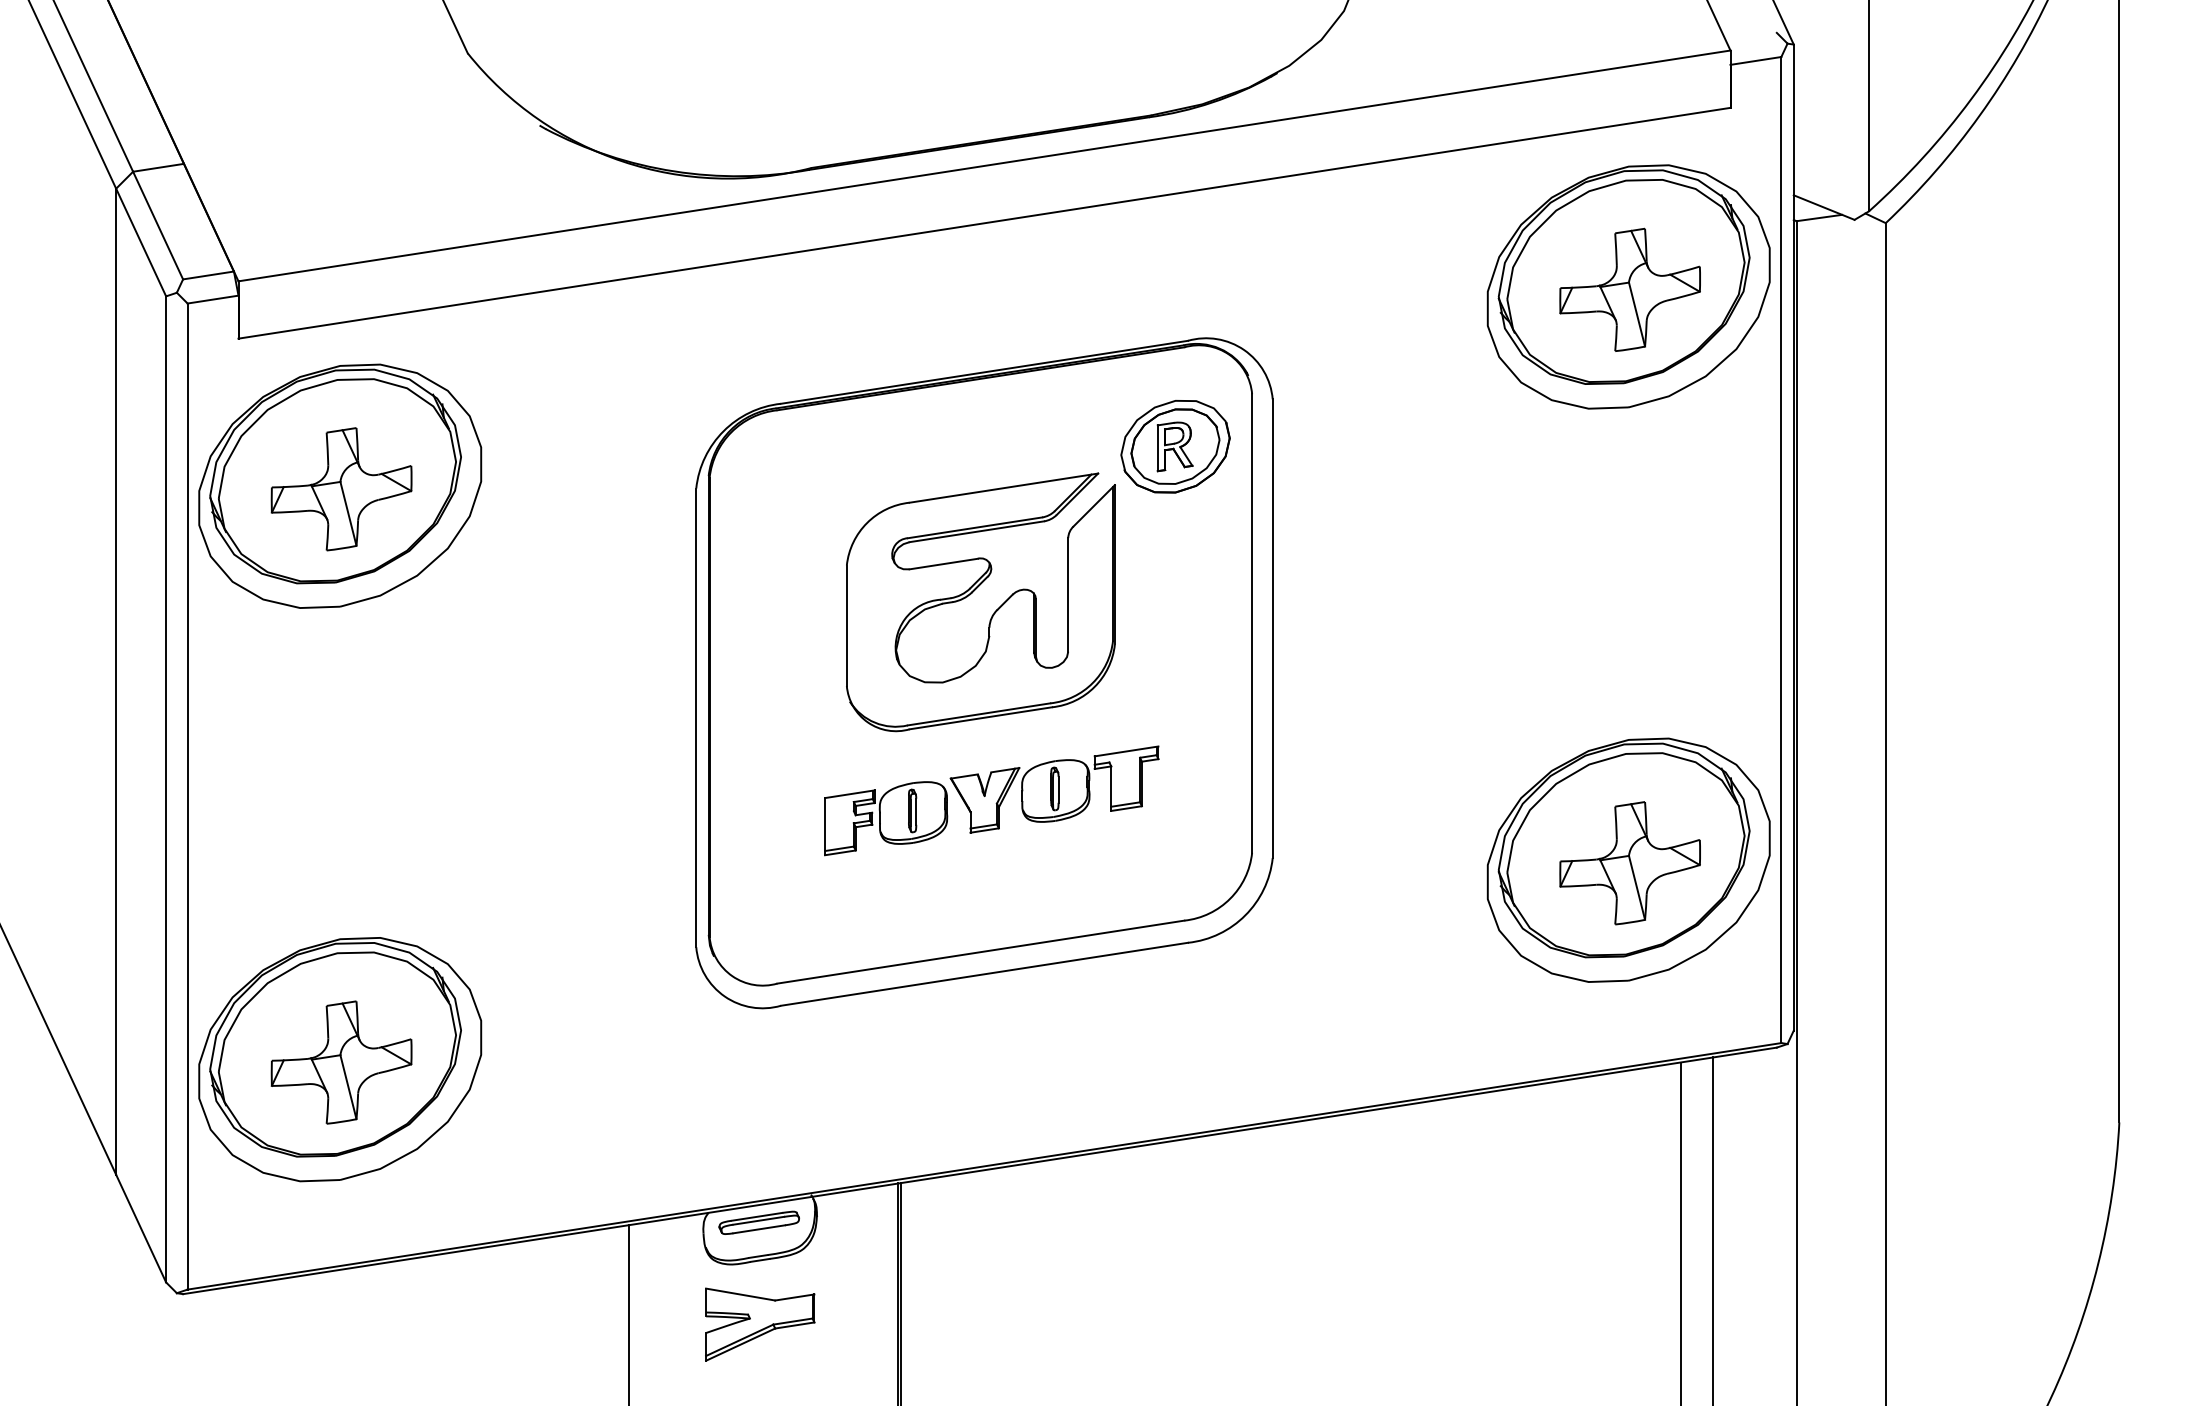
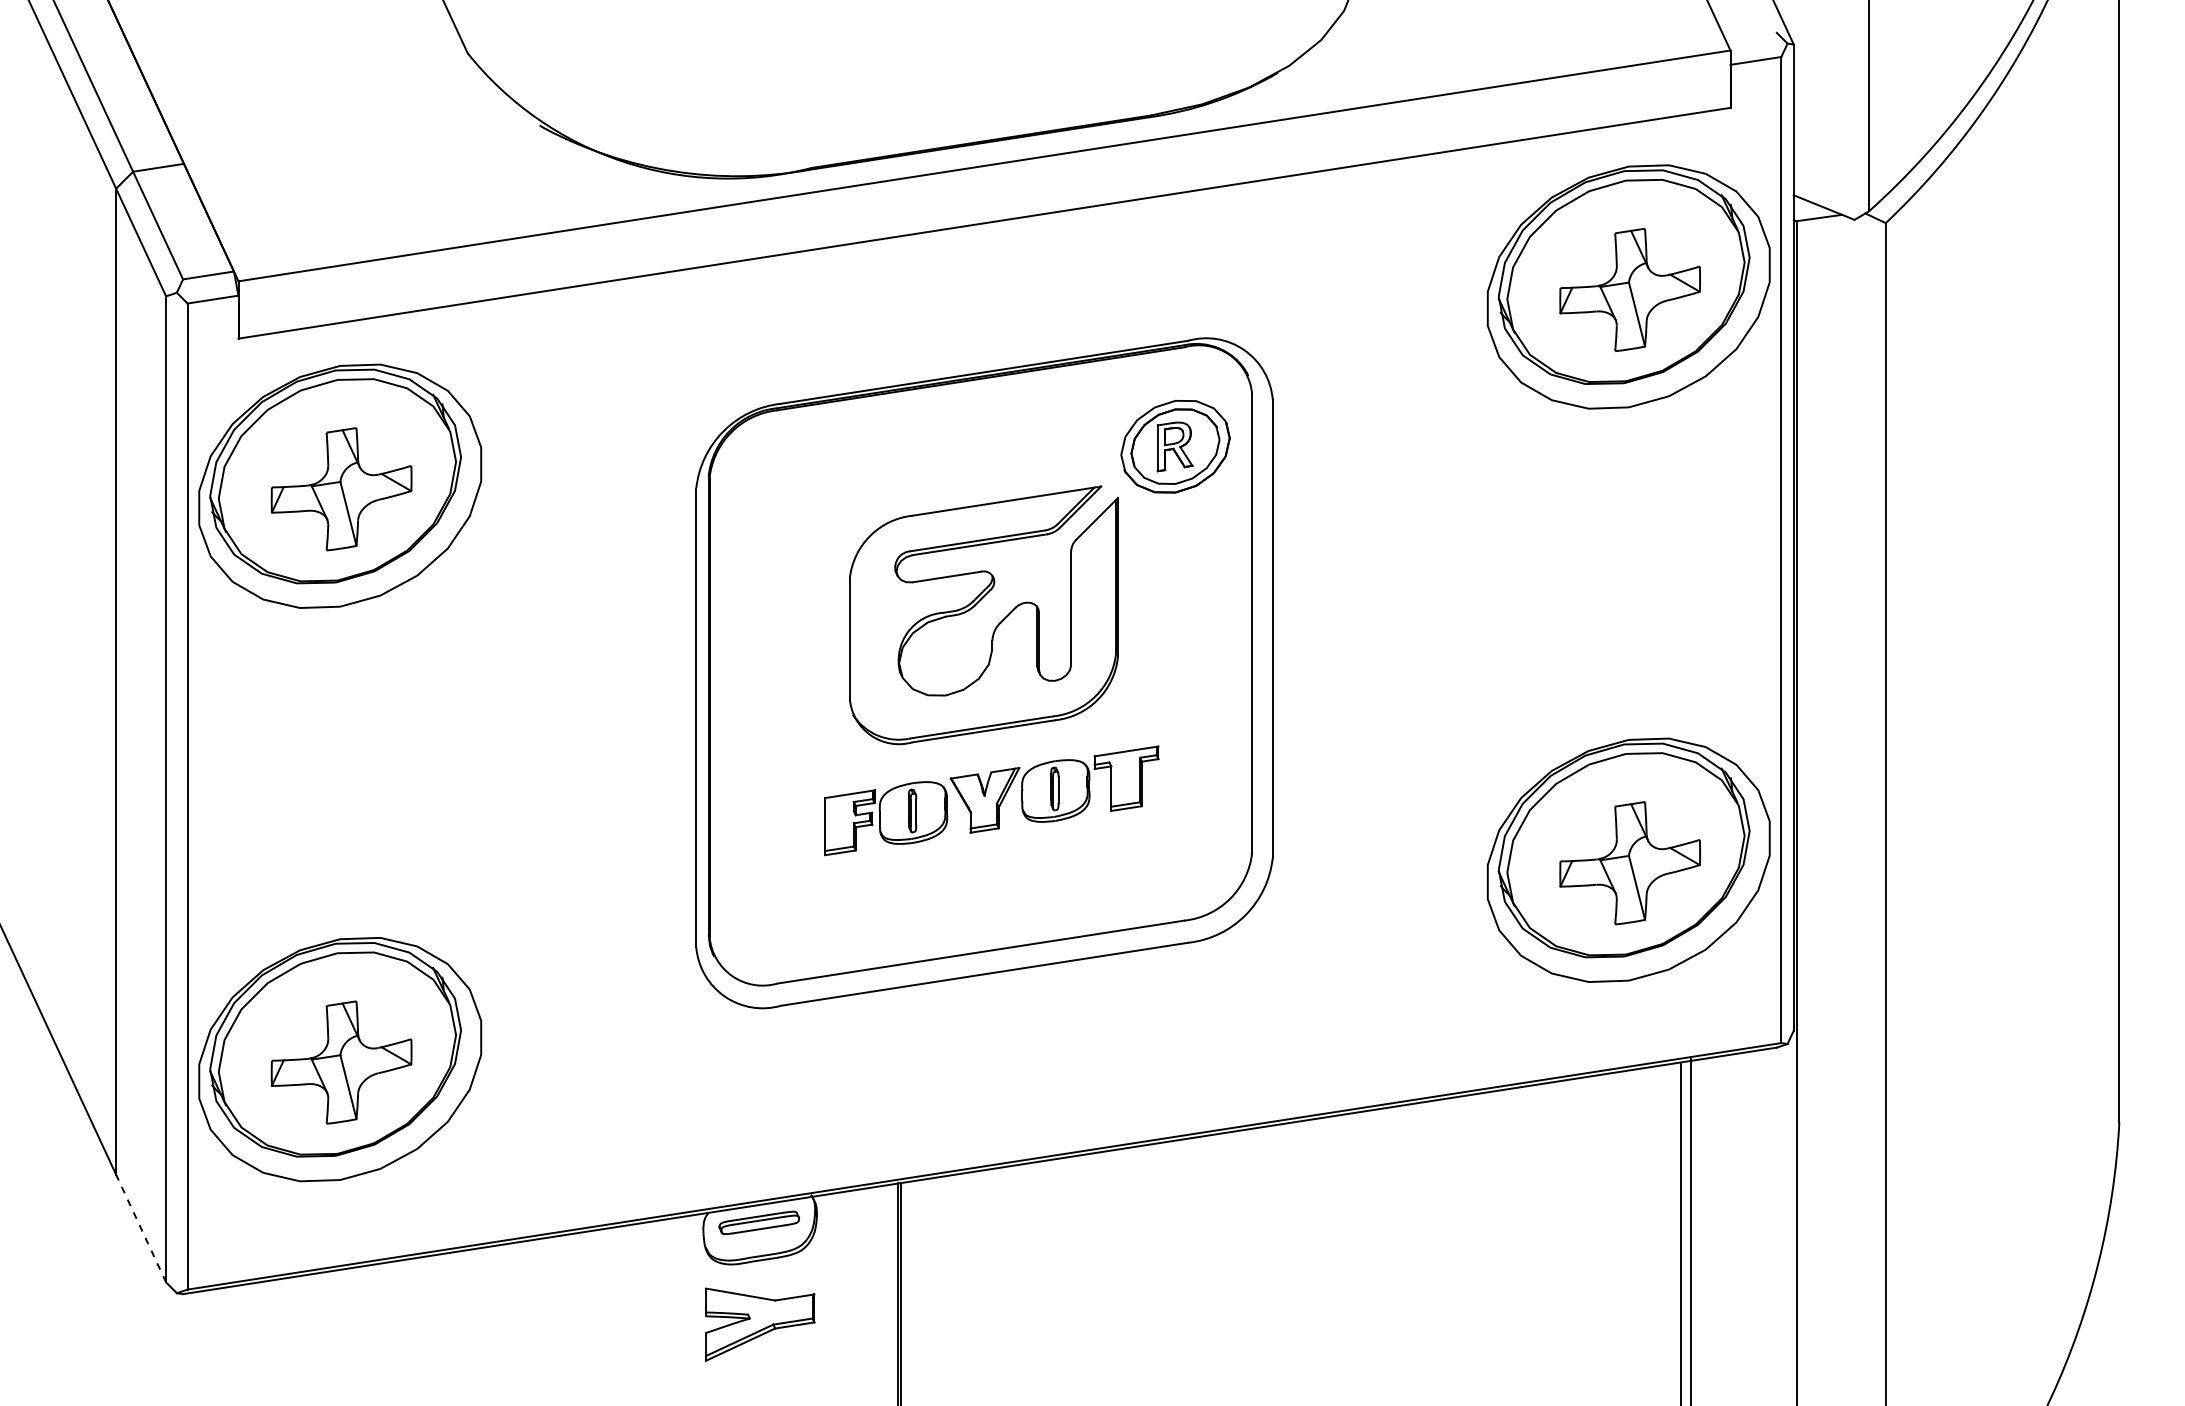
part at (972, 593) position: (972, 593) -> (975, 606)
line at (140, 1228): solid -> dashed
line at (1713, 1229) position: (1713, 1229) -> (1691, 1229)
line at (629, 1313): present -> none
